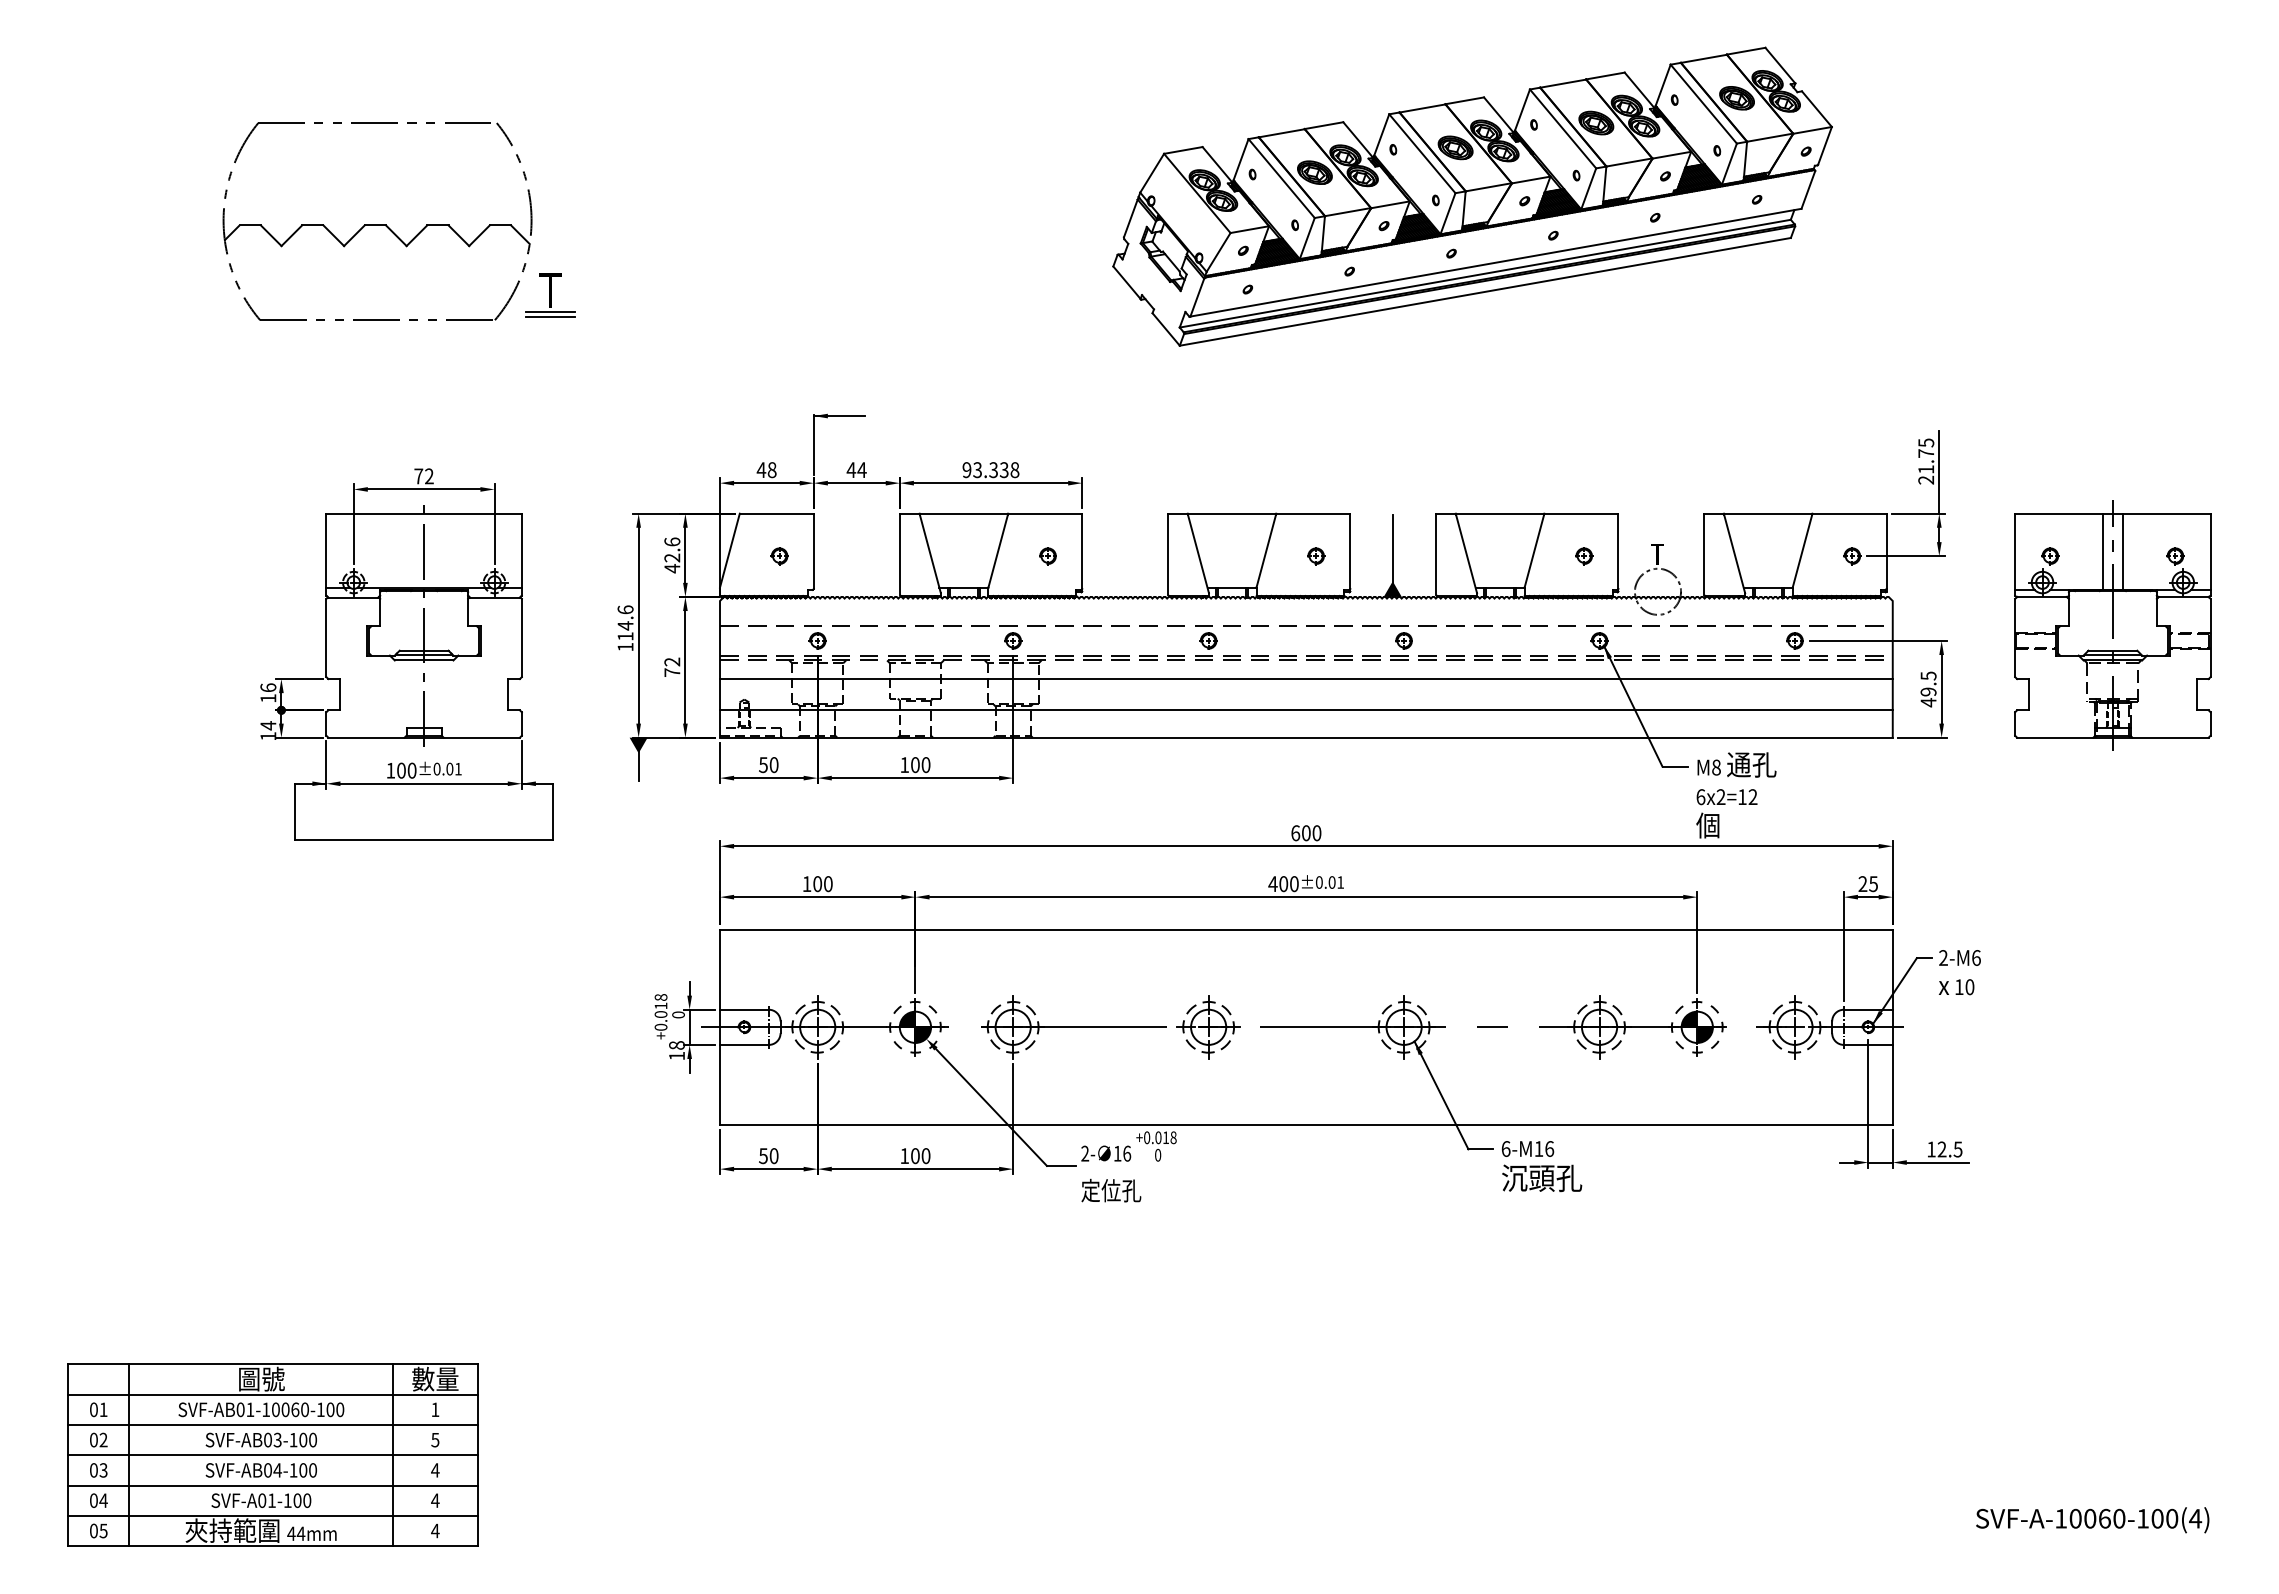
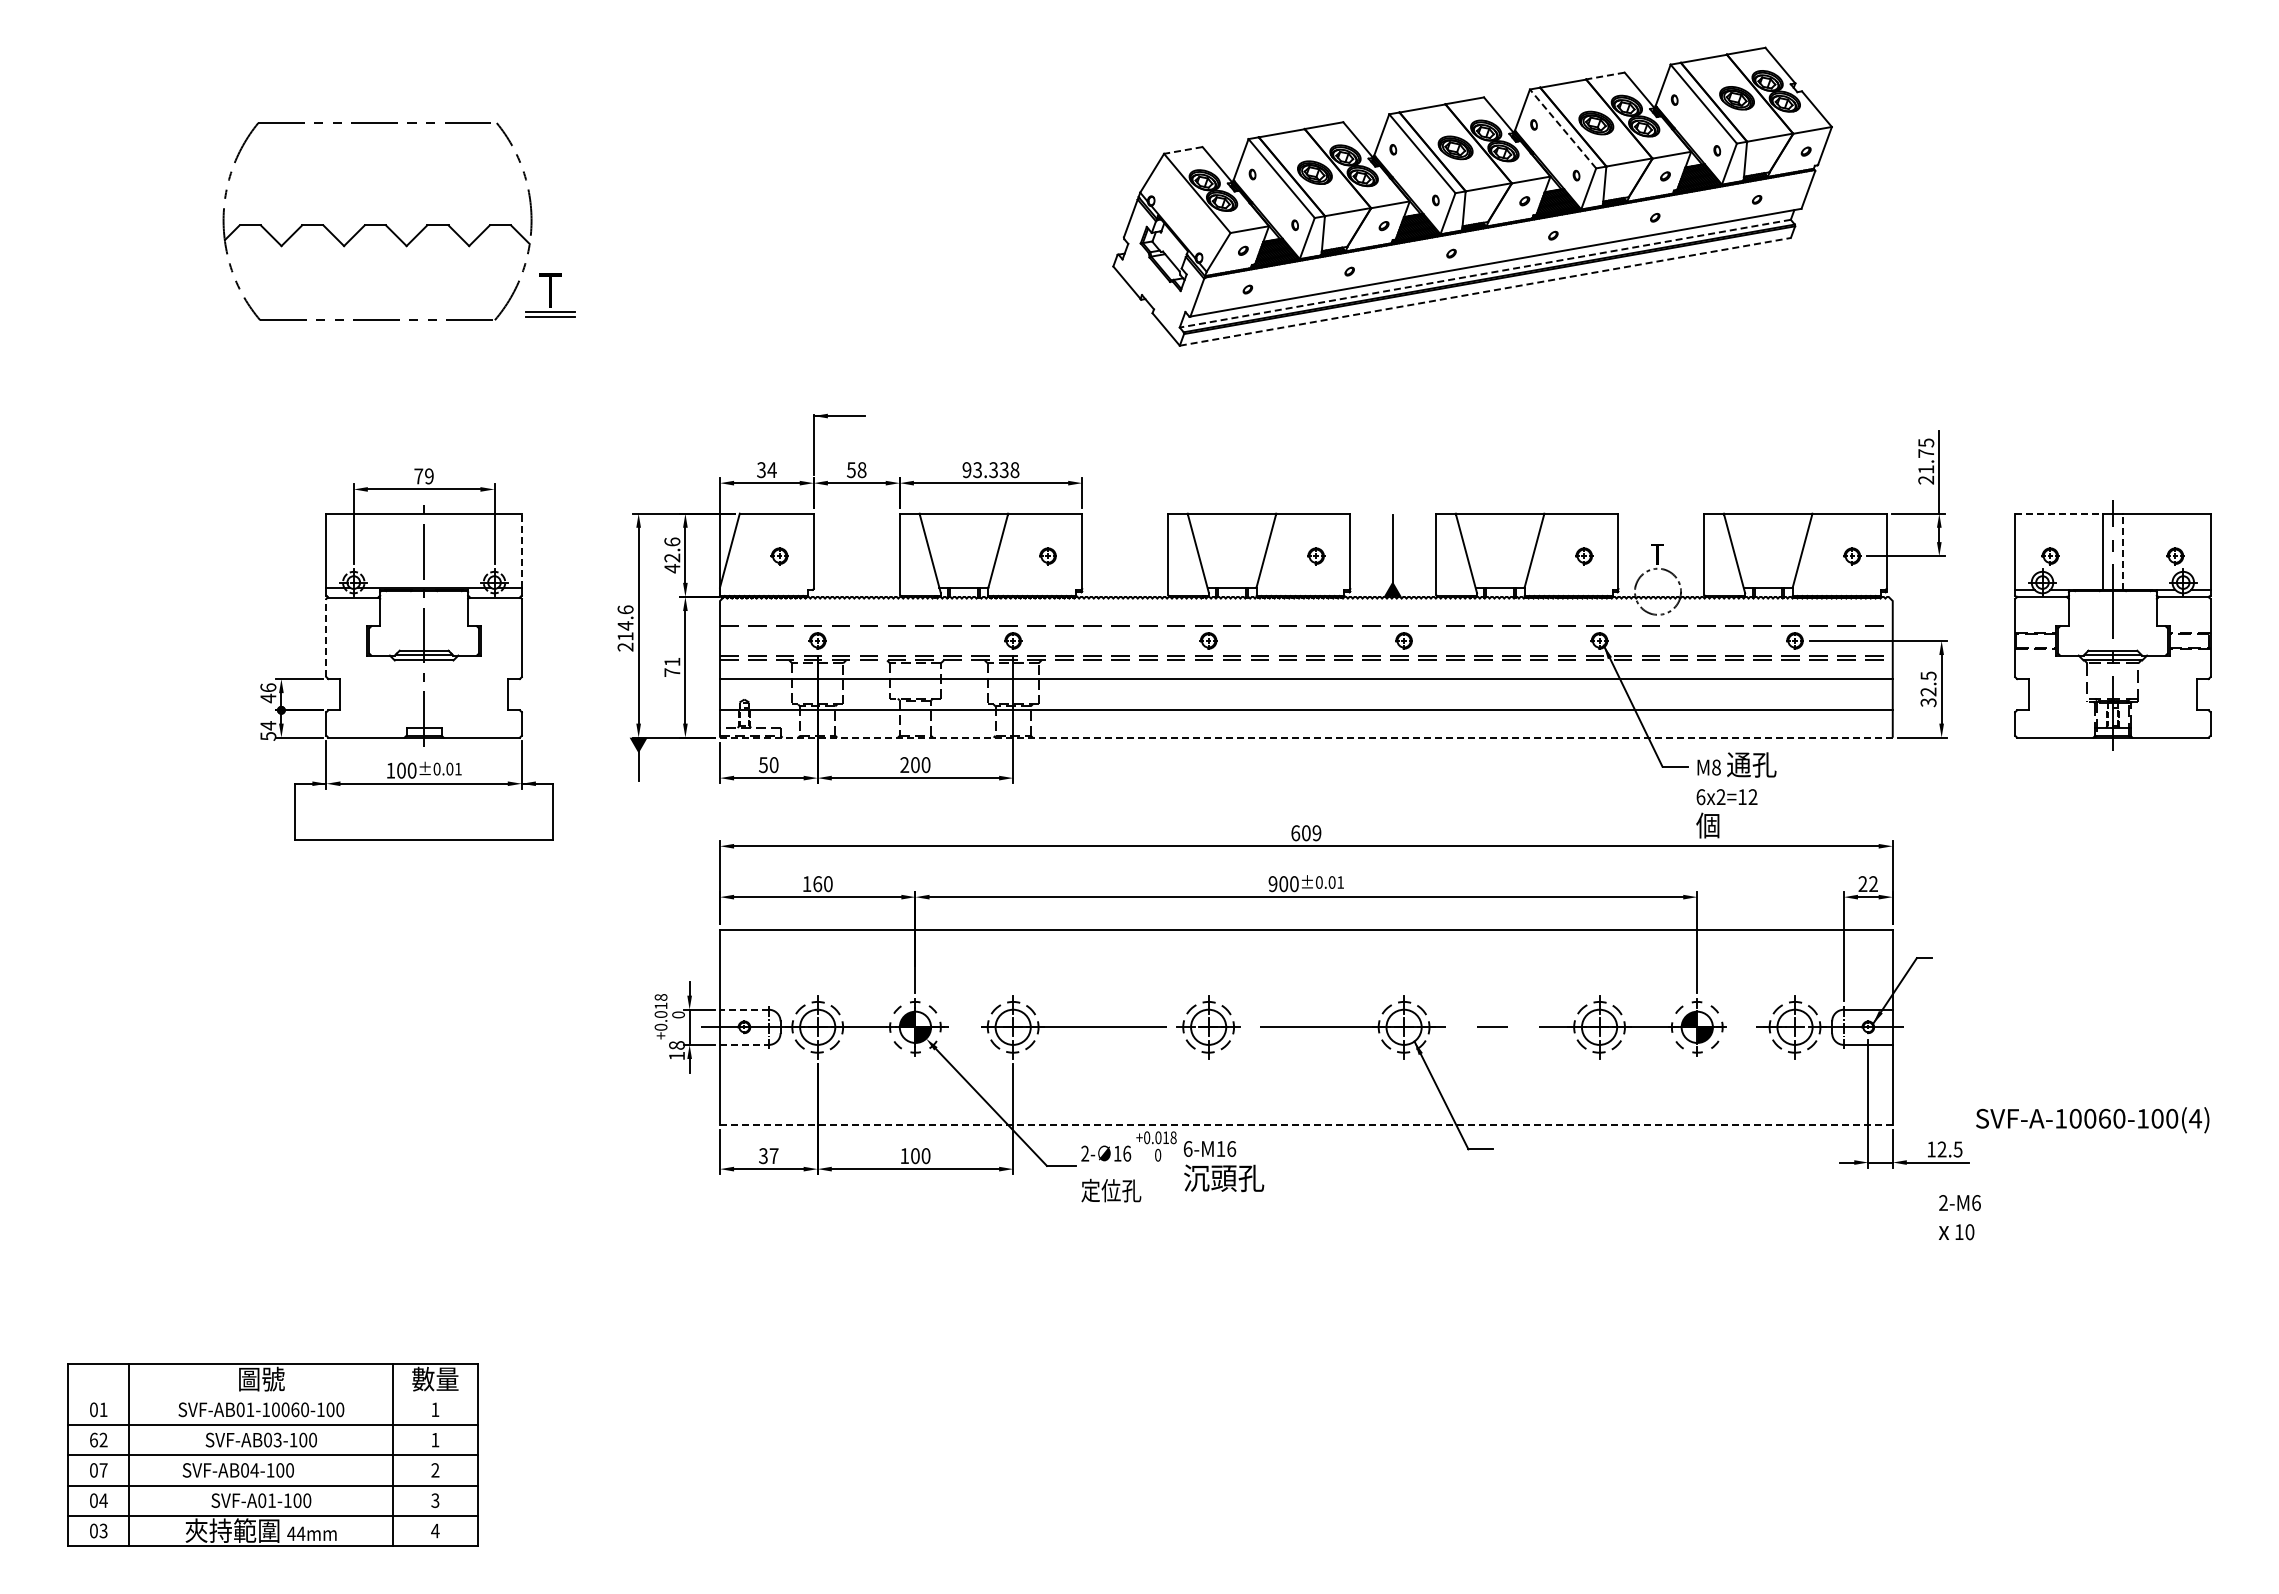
line at (1605, 76): solid -> dashed
line at (1563, 128): solid -> dashed
line at (1183, 150): solid -> dashed
line at (1484, 273): solid -> dashed
line at (1485, 291): solid -> dashed
text at (766, 470): 48 -> 34
text at (856, 470): 44 -> 58
text at (429, 476): 72 -> 79
line at (2059, 513): solid -> dashed
line at (521, 550): solid -> dashed
line at (2122, 551): solid -> dashed
line at (326, 637): solid -> dashed
text at (625, 646): 114.6 -> 214.6
text at (671, 661): 72 -> 71
text at (1928, 697): 49.5 -> 32.5
text at (268, 698): 16 -> 46
text at (268, 736): 14 -> 54
line at (1305, 737): solid -> dashed
text at (904, 764): 100 -> 200
text at (1316, 833): 600 -> 609
text at (817, 883): 100 -> 160
text at (1272, 884): 400 -> 900
text at (1873, 884): 25 -> 22
text at (1959, 972) position: (1959, 972) -> (1959, 1217)
line at (743, 1009): solid -> dashed
line at (744, 1044): solid -> dashed
line at (1305, 1125): solid -> dashed
text at (768, 1156): 50 -> 37
text at (1542, 1166) position: (1542, 1166) -> (1224, 1166)
line at (272, 1394): present -> none
text at (93, 1439): 02 -> 62
text at (435, 1440): 5 -> 1
text at (103, 1470): 03 -> 07
text at (260, 1470) position: (260, 1470) -> (237, 1470)
text at (435, 1470): 4 -> 2
text at (435, 1500): 4 -> 3
text at (2092, 1520) position: (2092, 1520) -> (2092, 1120)
text at (103, 1530): 05 -> 03
